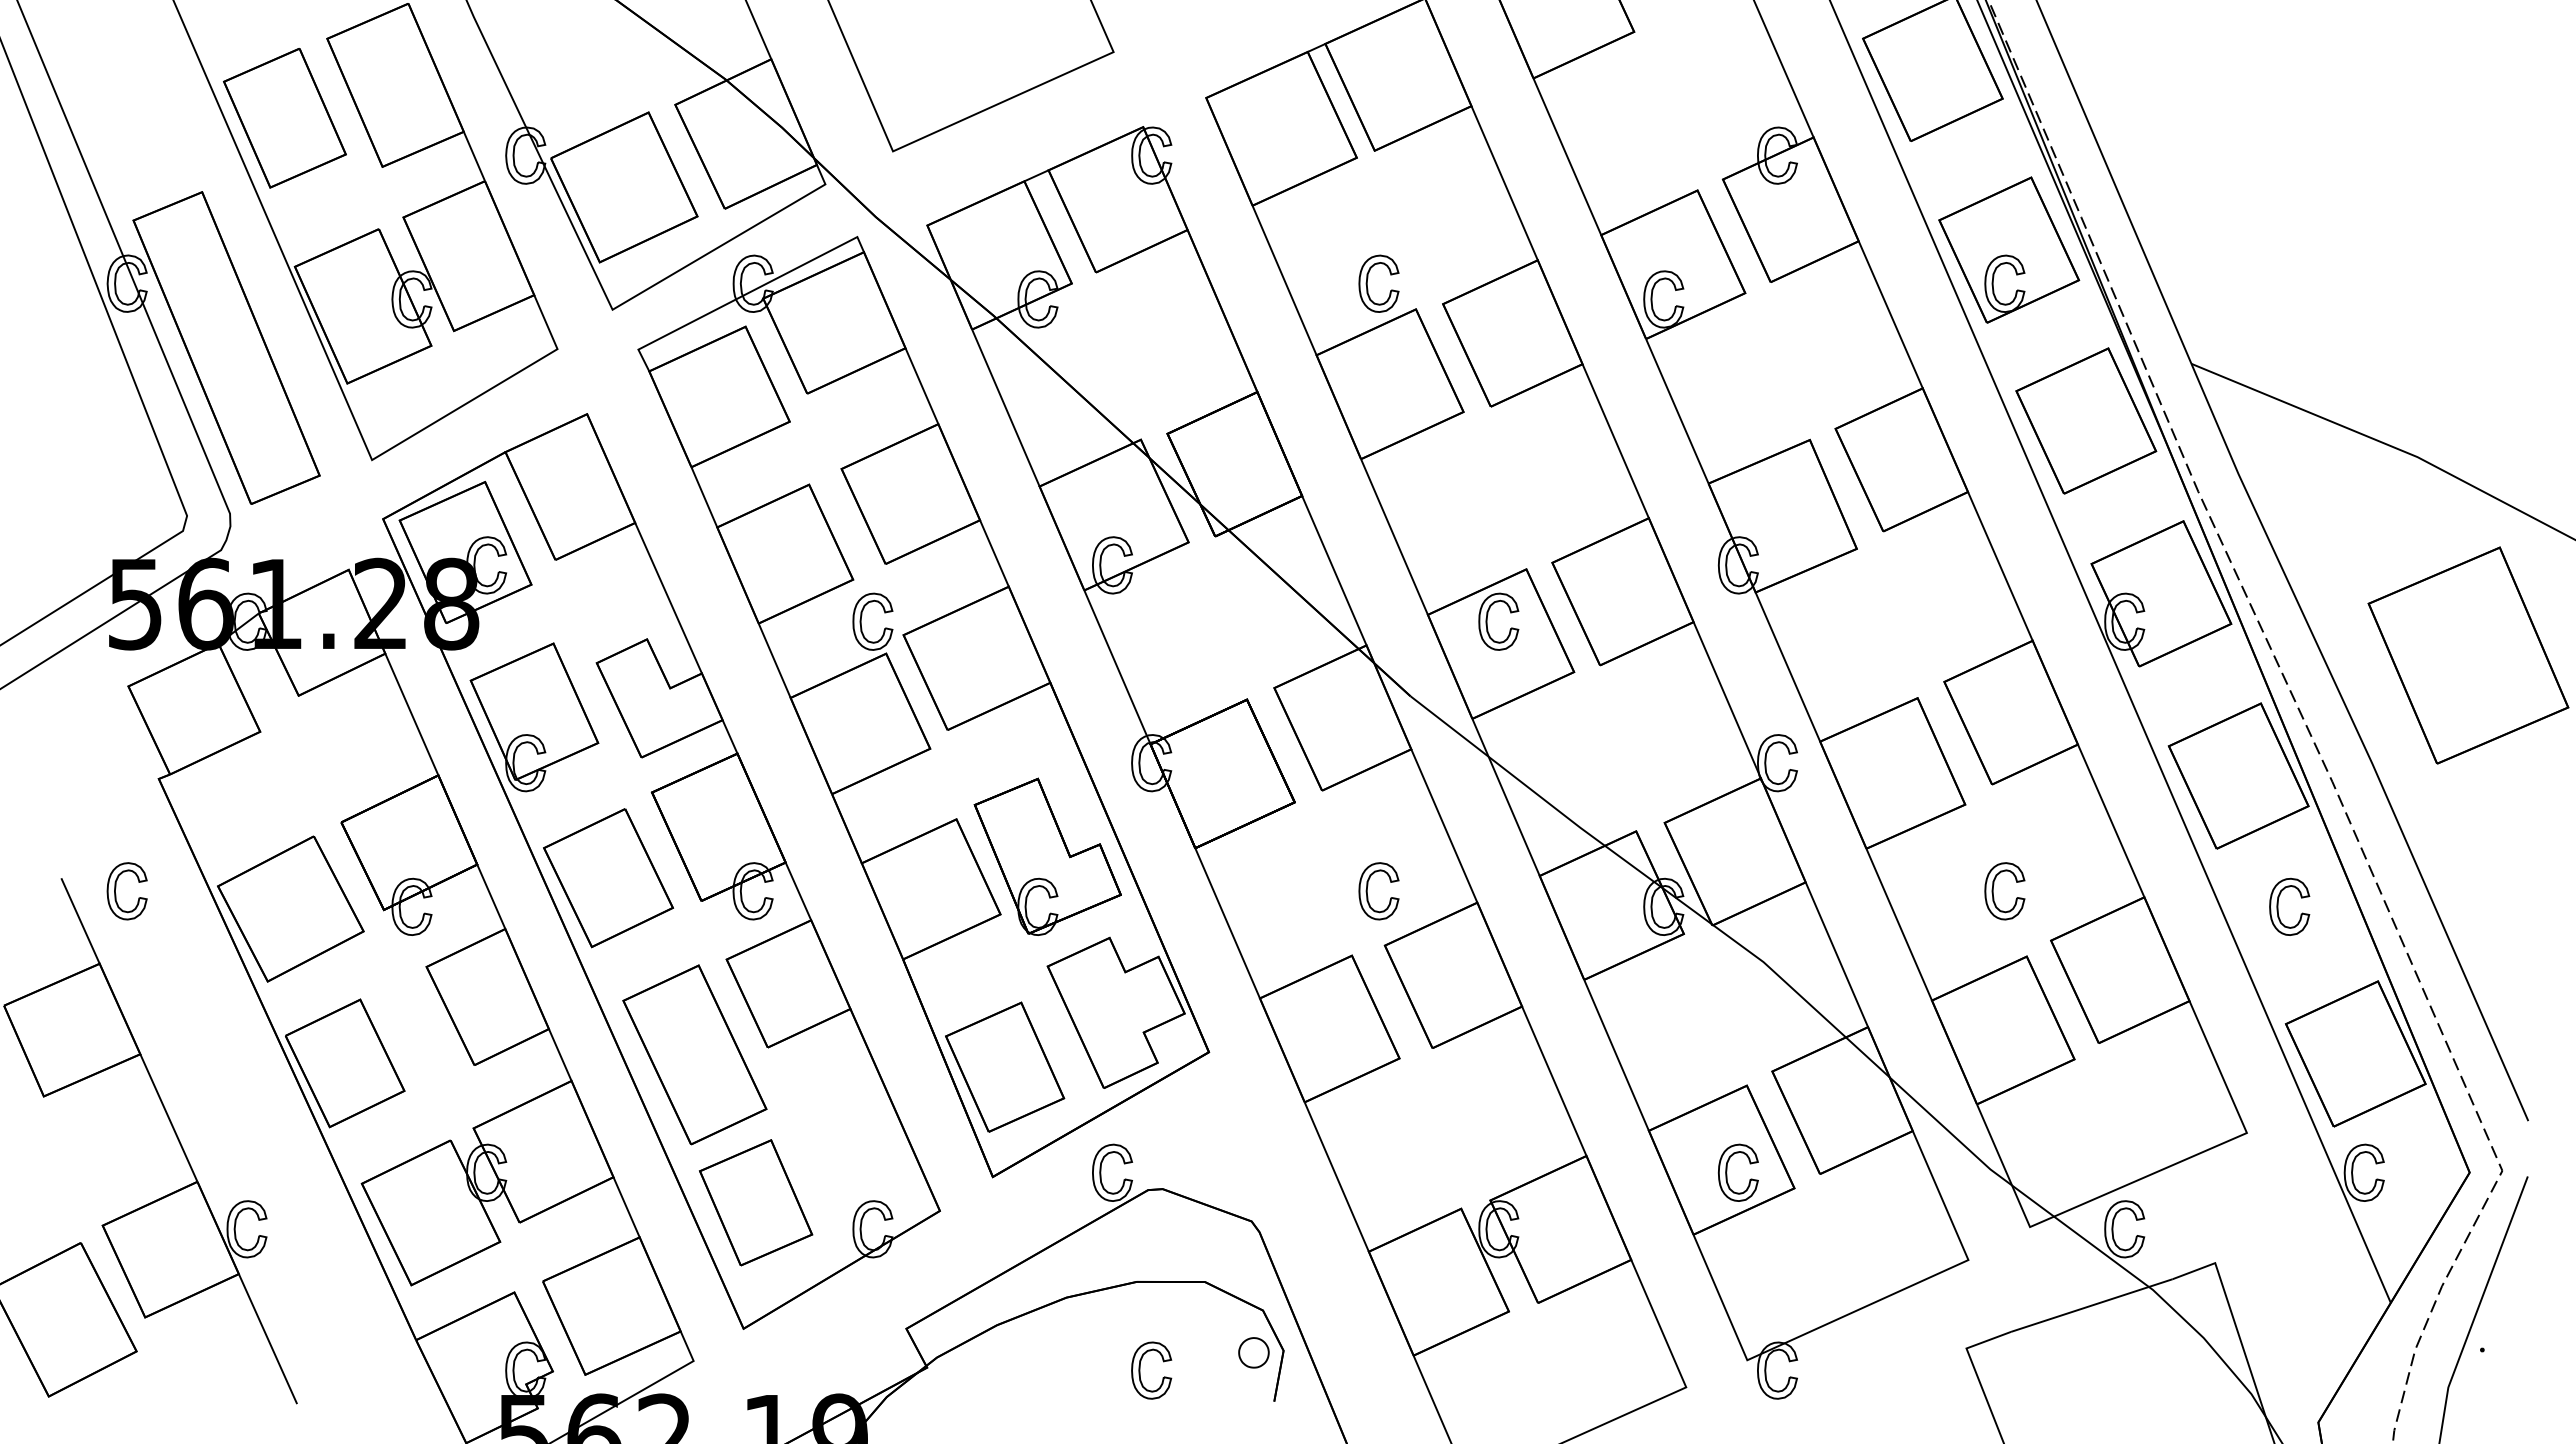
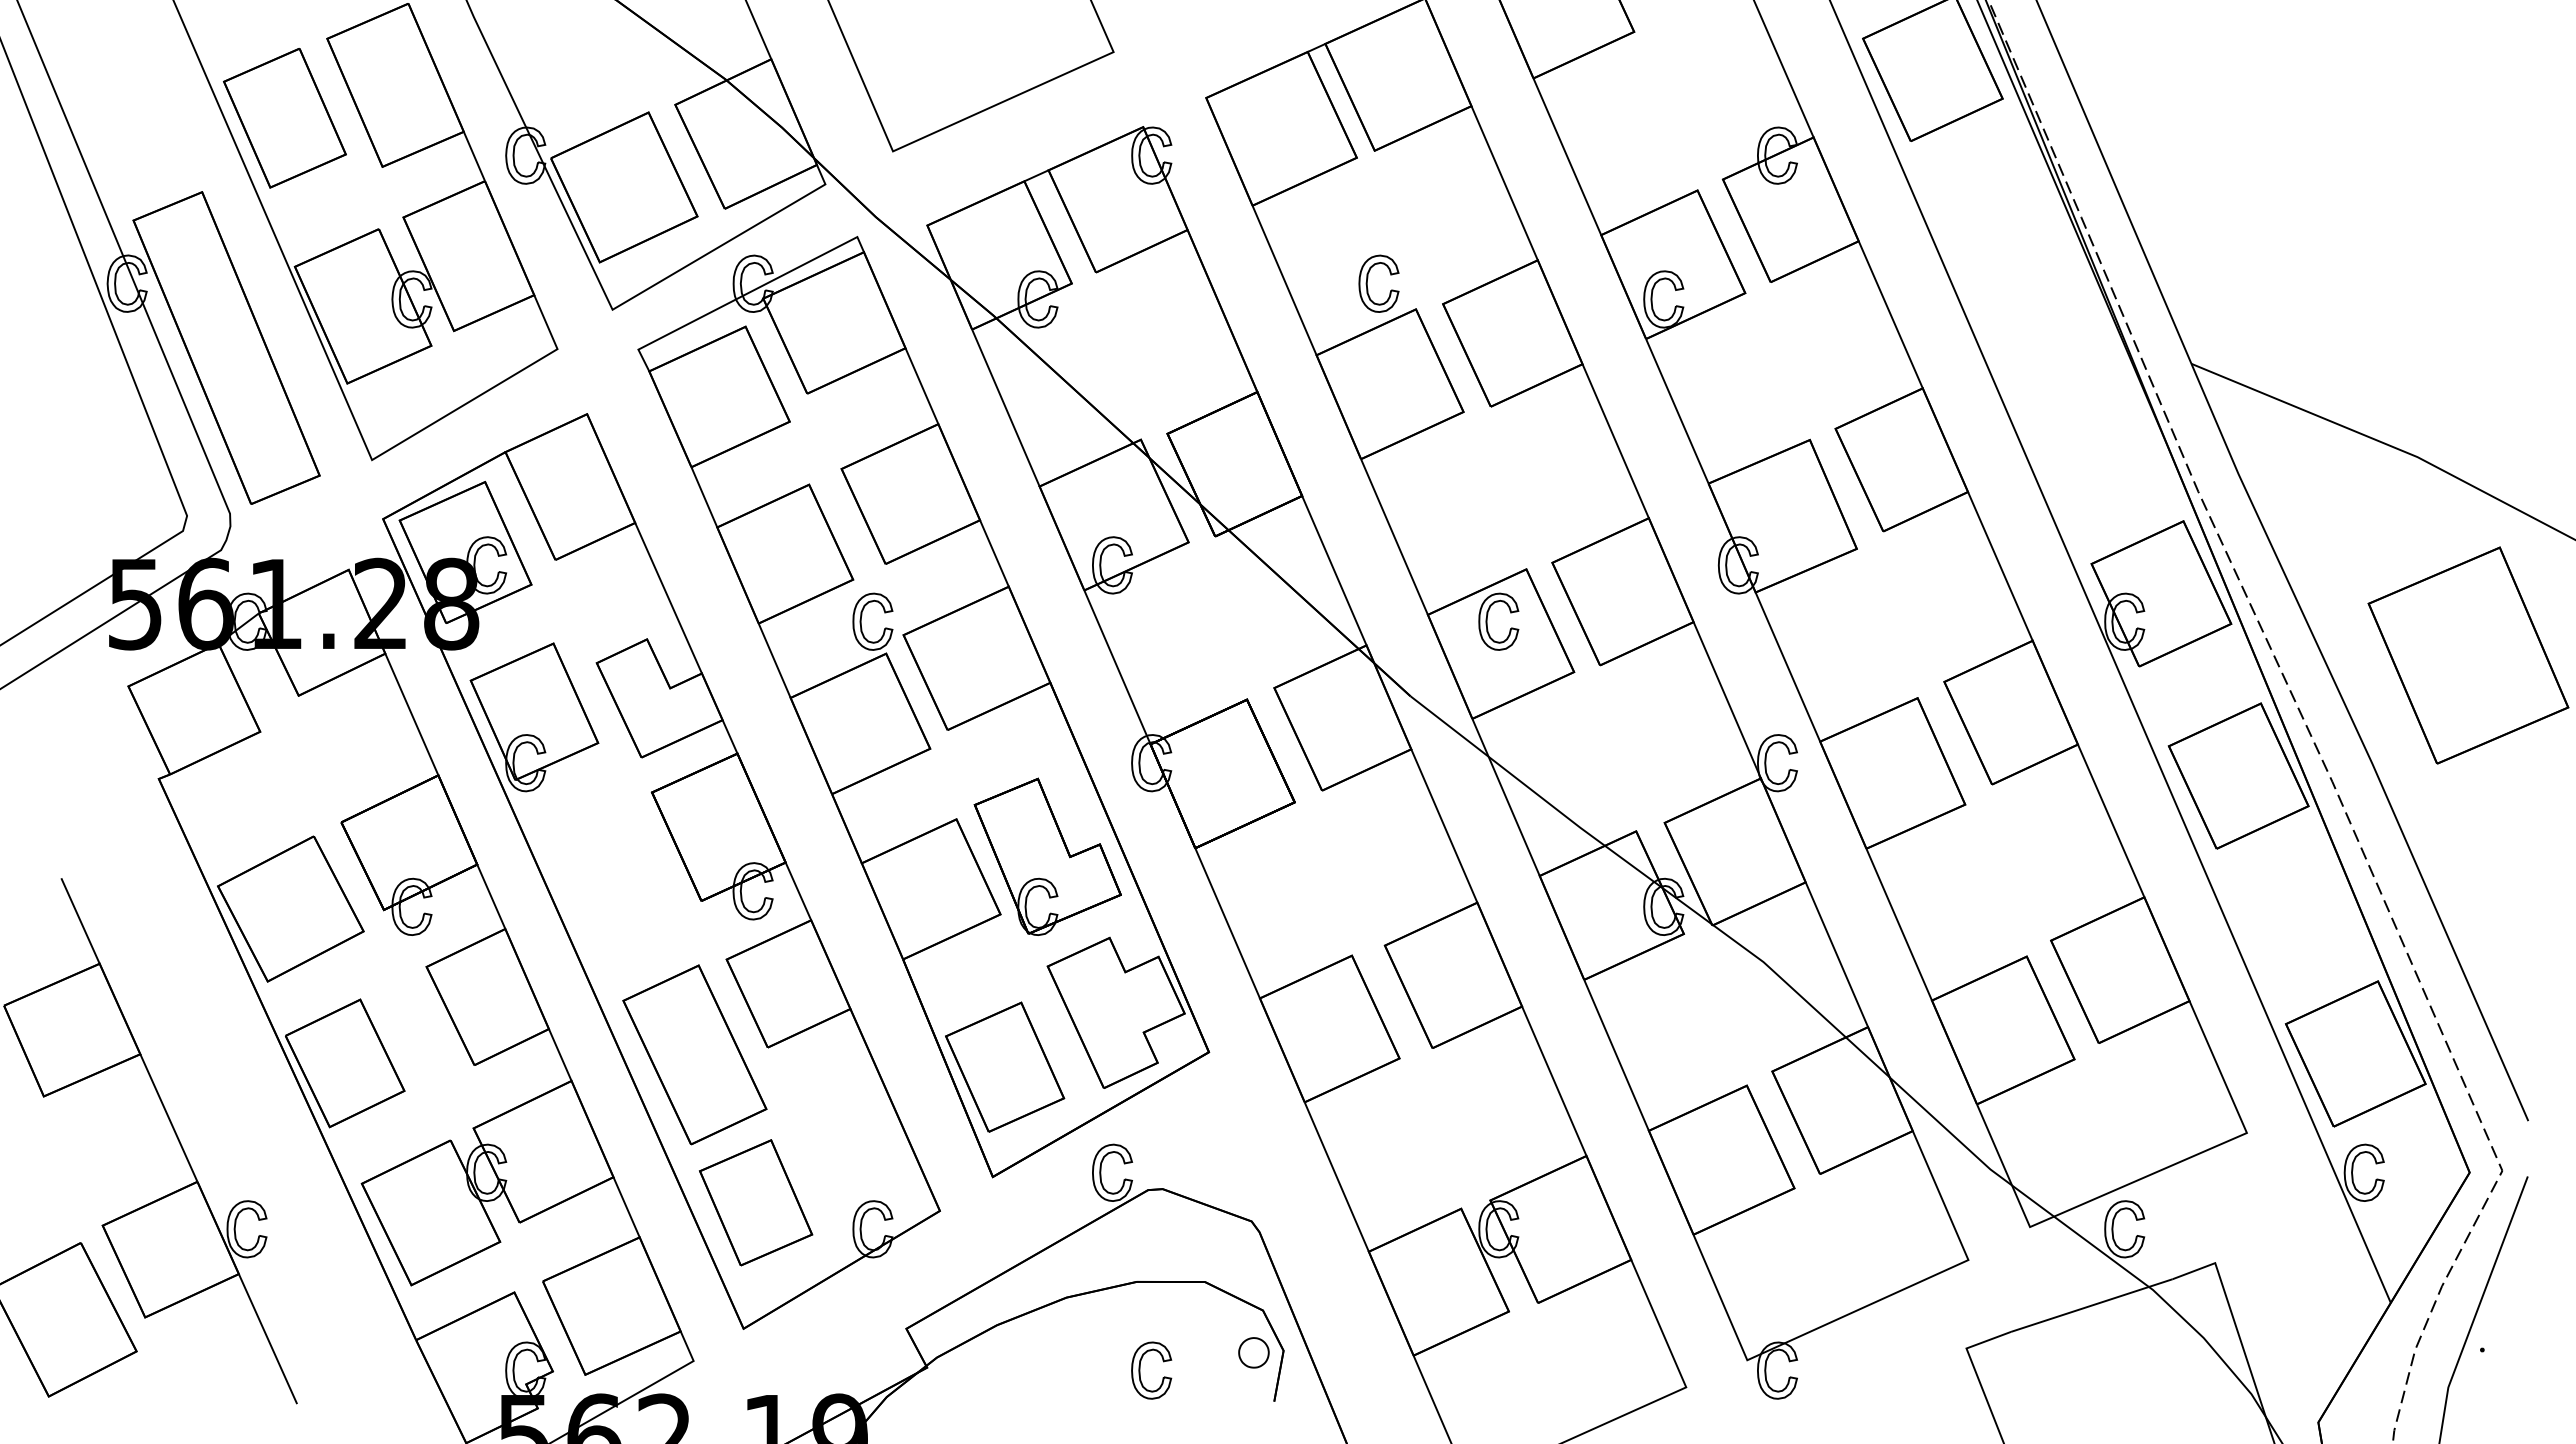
part at (2009, 249): present -> none
part at (2086, 420): present -> none
part at (608, 878): present -> none
part at (116, 888): present -> none
part at (1367, 891): present -> none
part at (1993, 891): present -> none
part at (2278, 906): present -> none
part at (1727, 1171): present -> none
